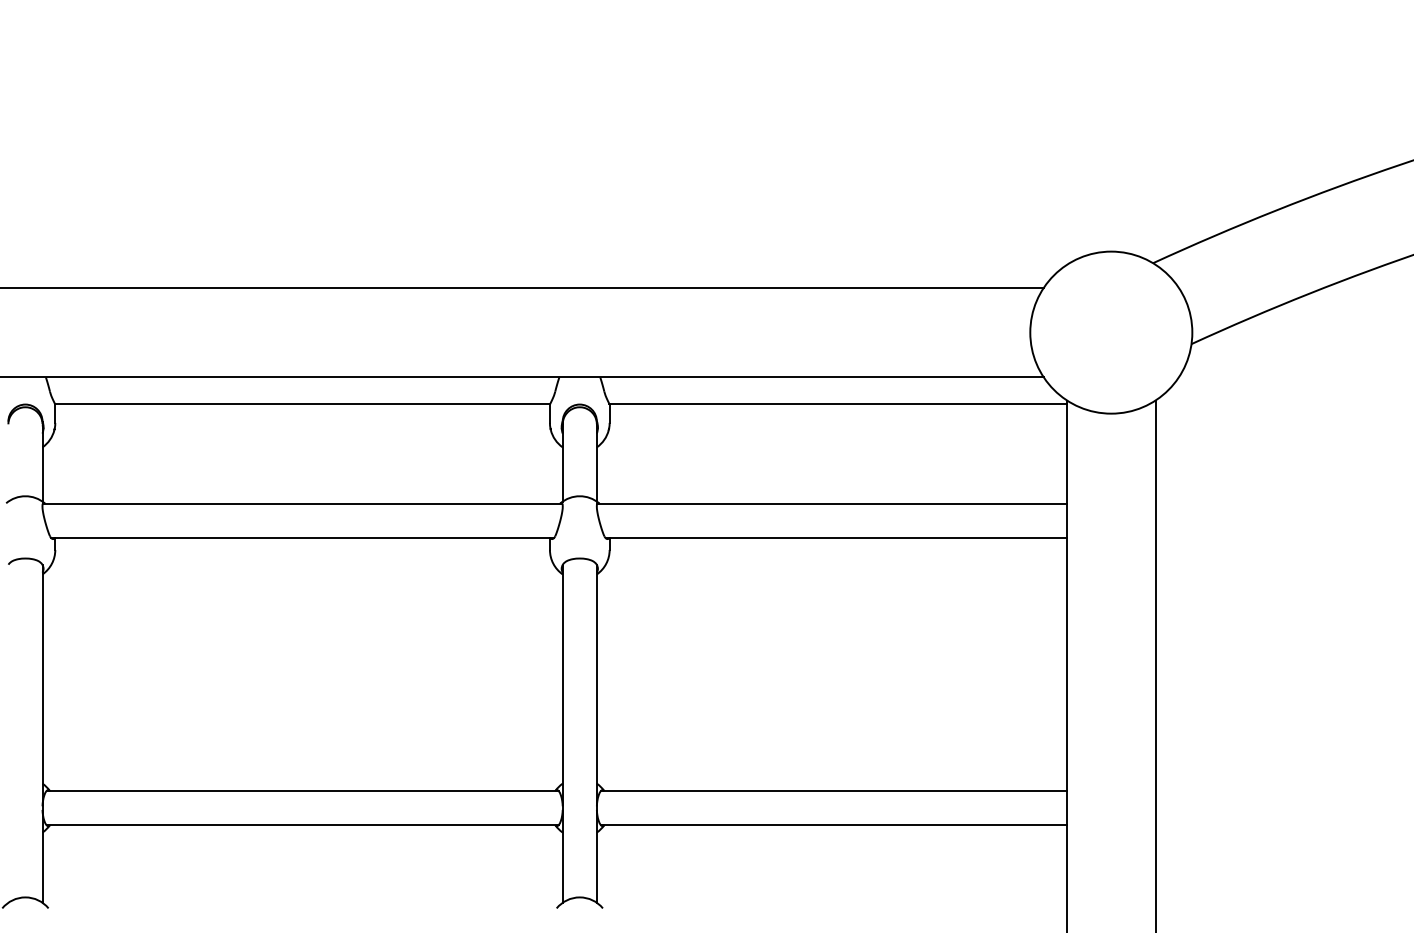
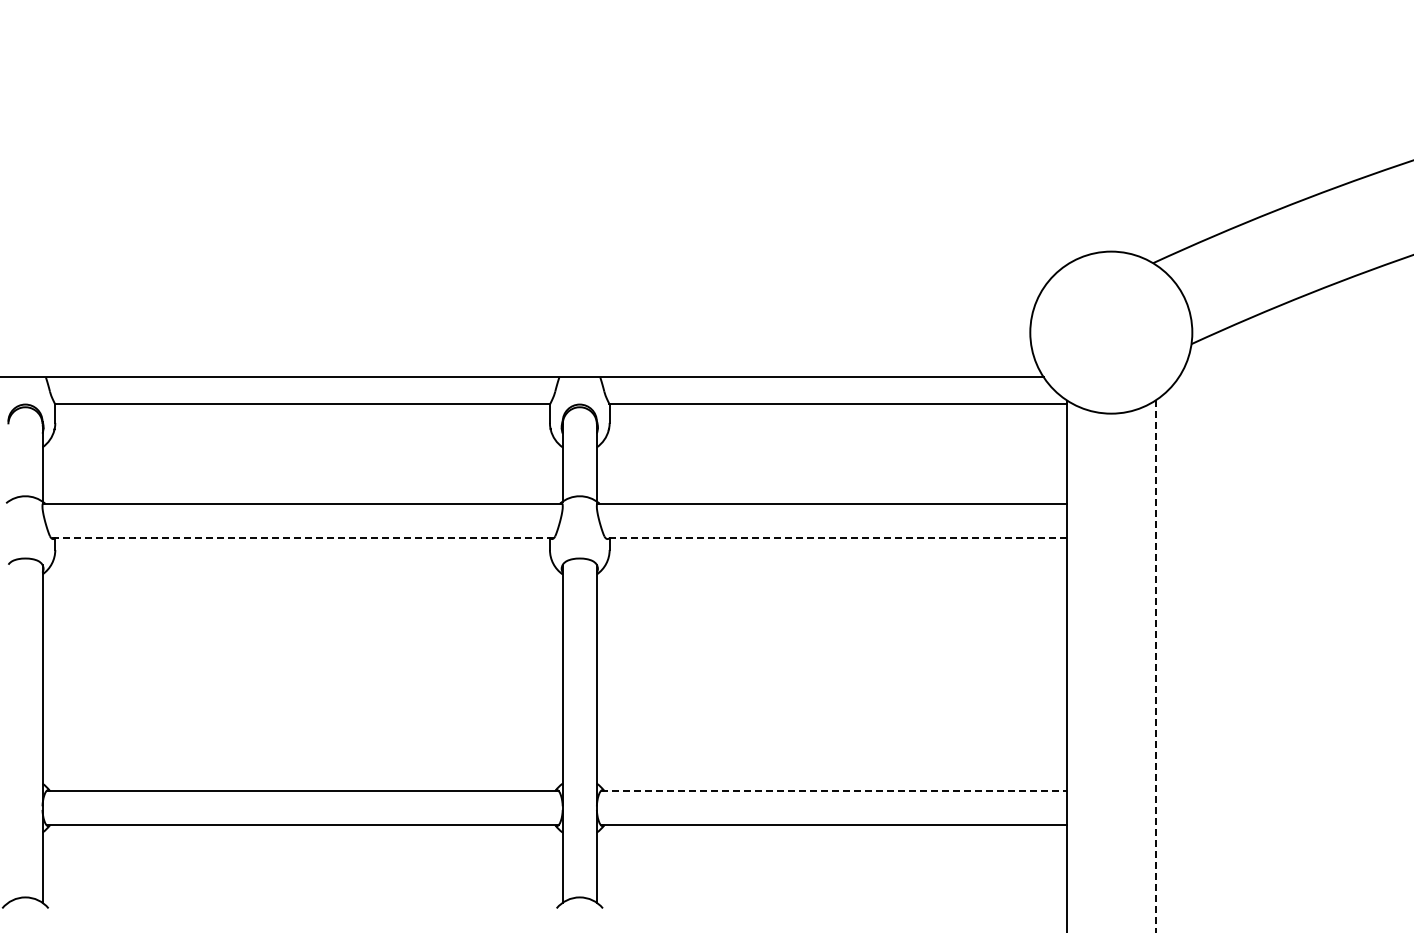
line at (522, 287): present -> none
line at (302, 538): solid -> dashed
line at (836, 538): solid -> dashed
line at (1156, 667): solid -> dashed
line at (833, 791): solid -> dashed
